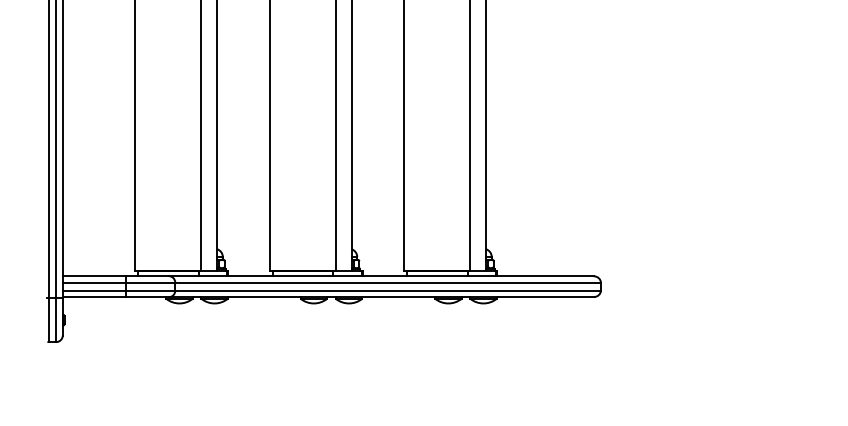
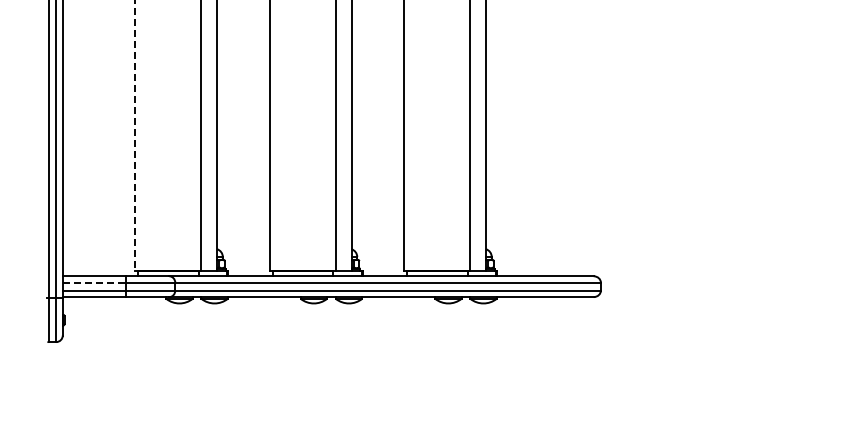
line at (135, 135): solid -> dashed
line at (94, 282): solid -> dashed
